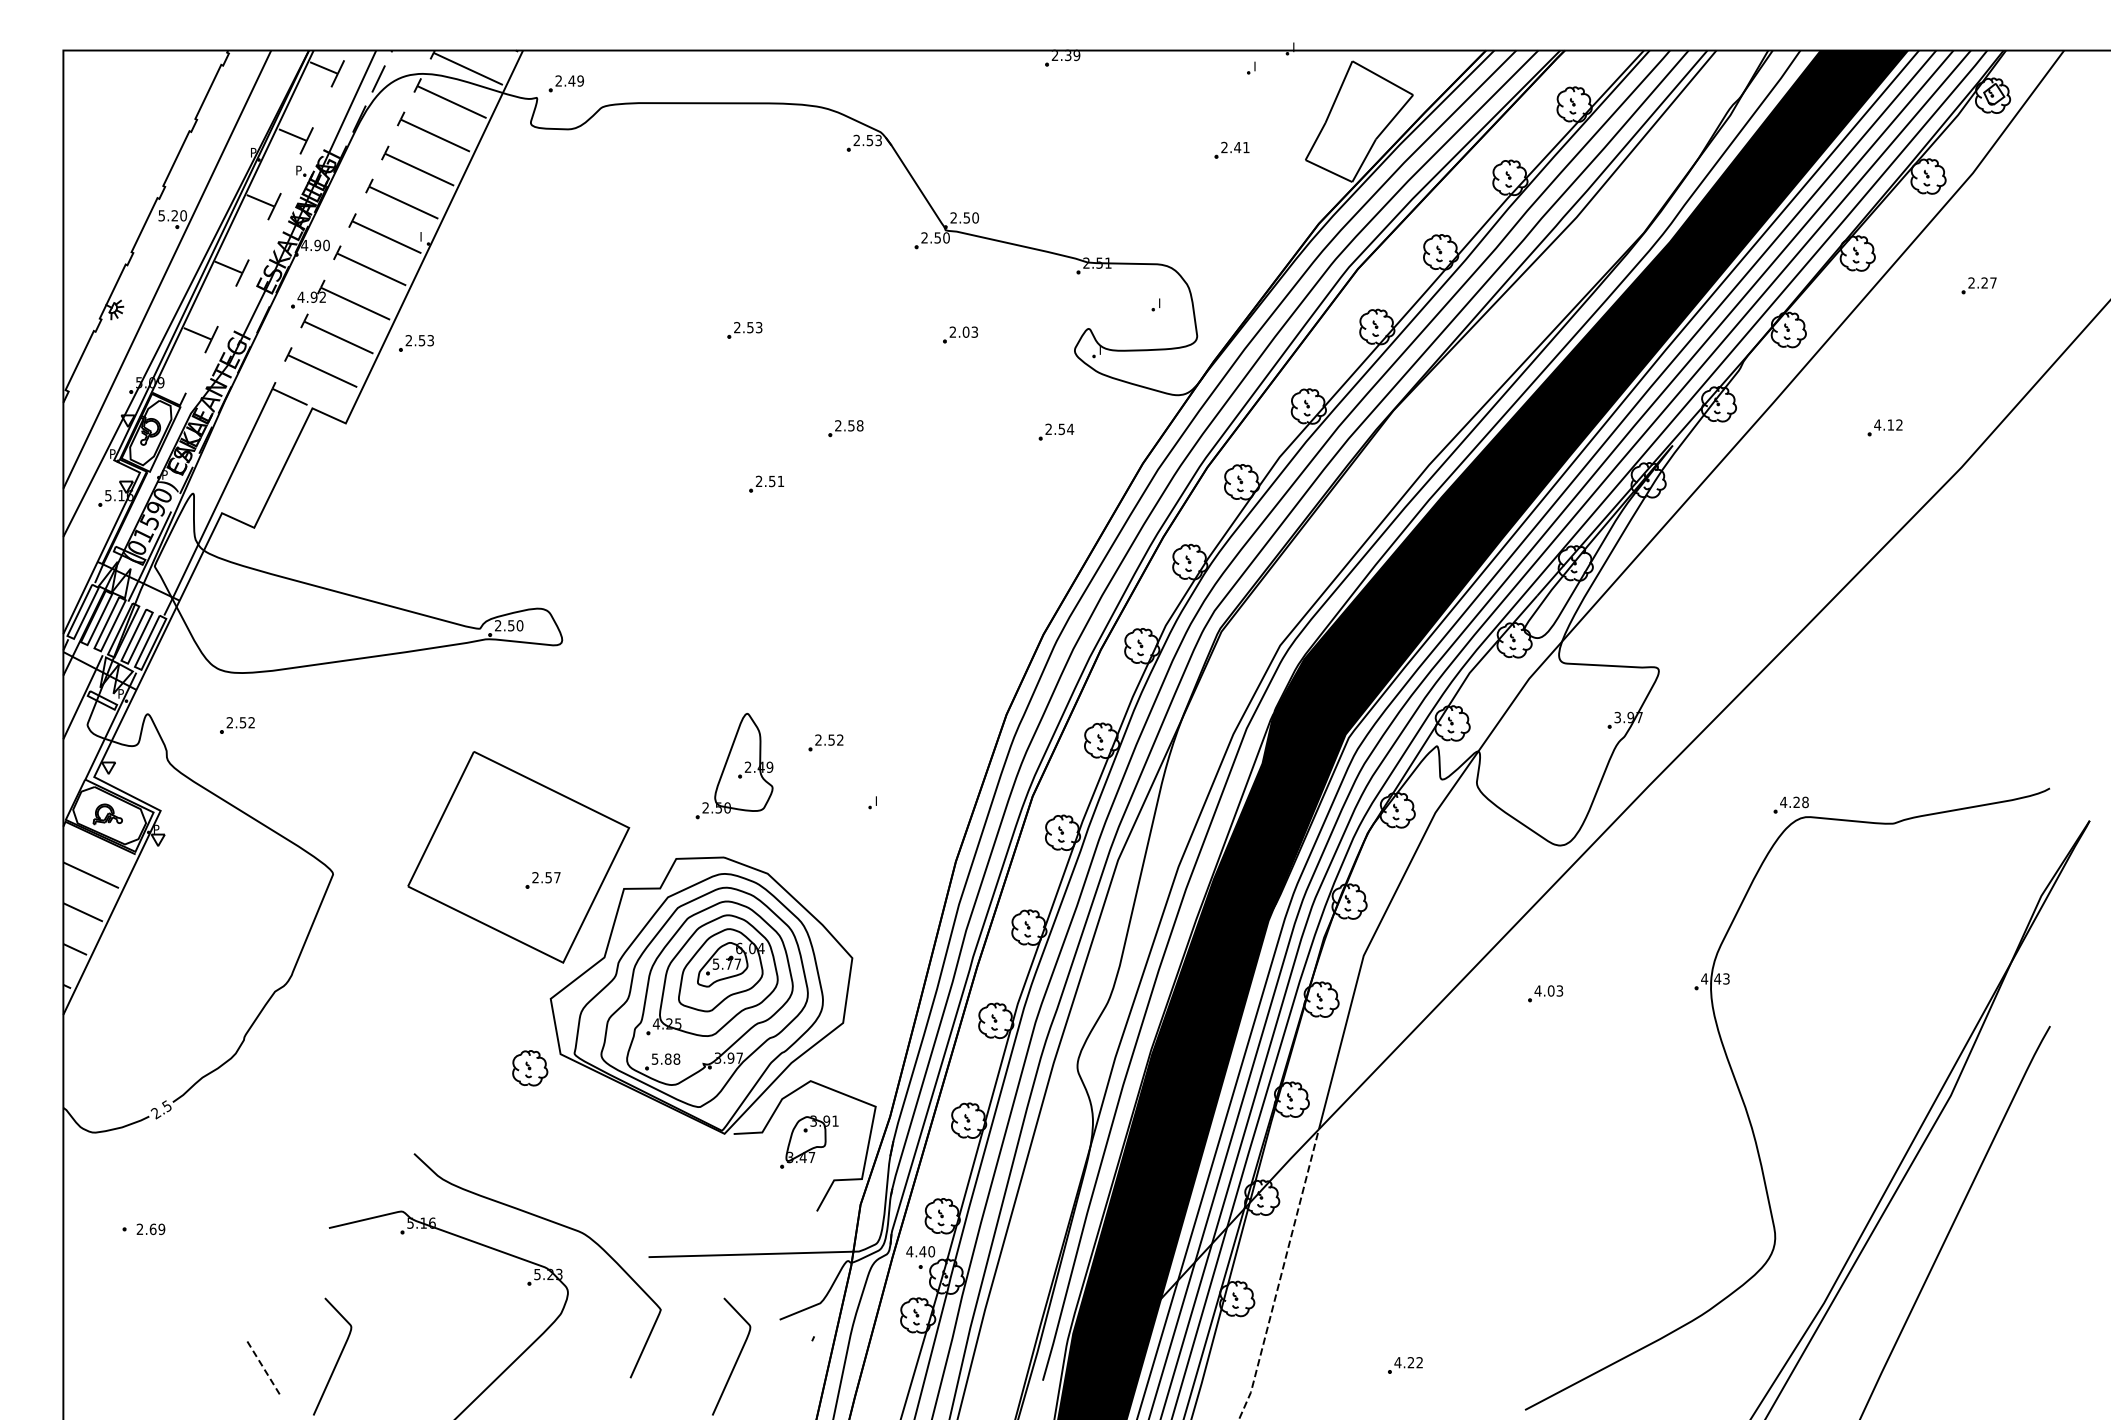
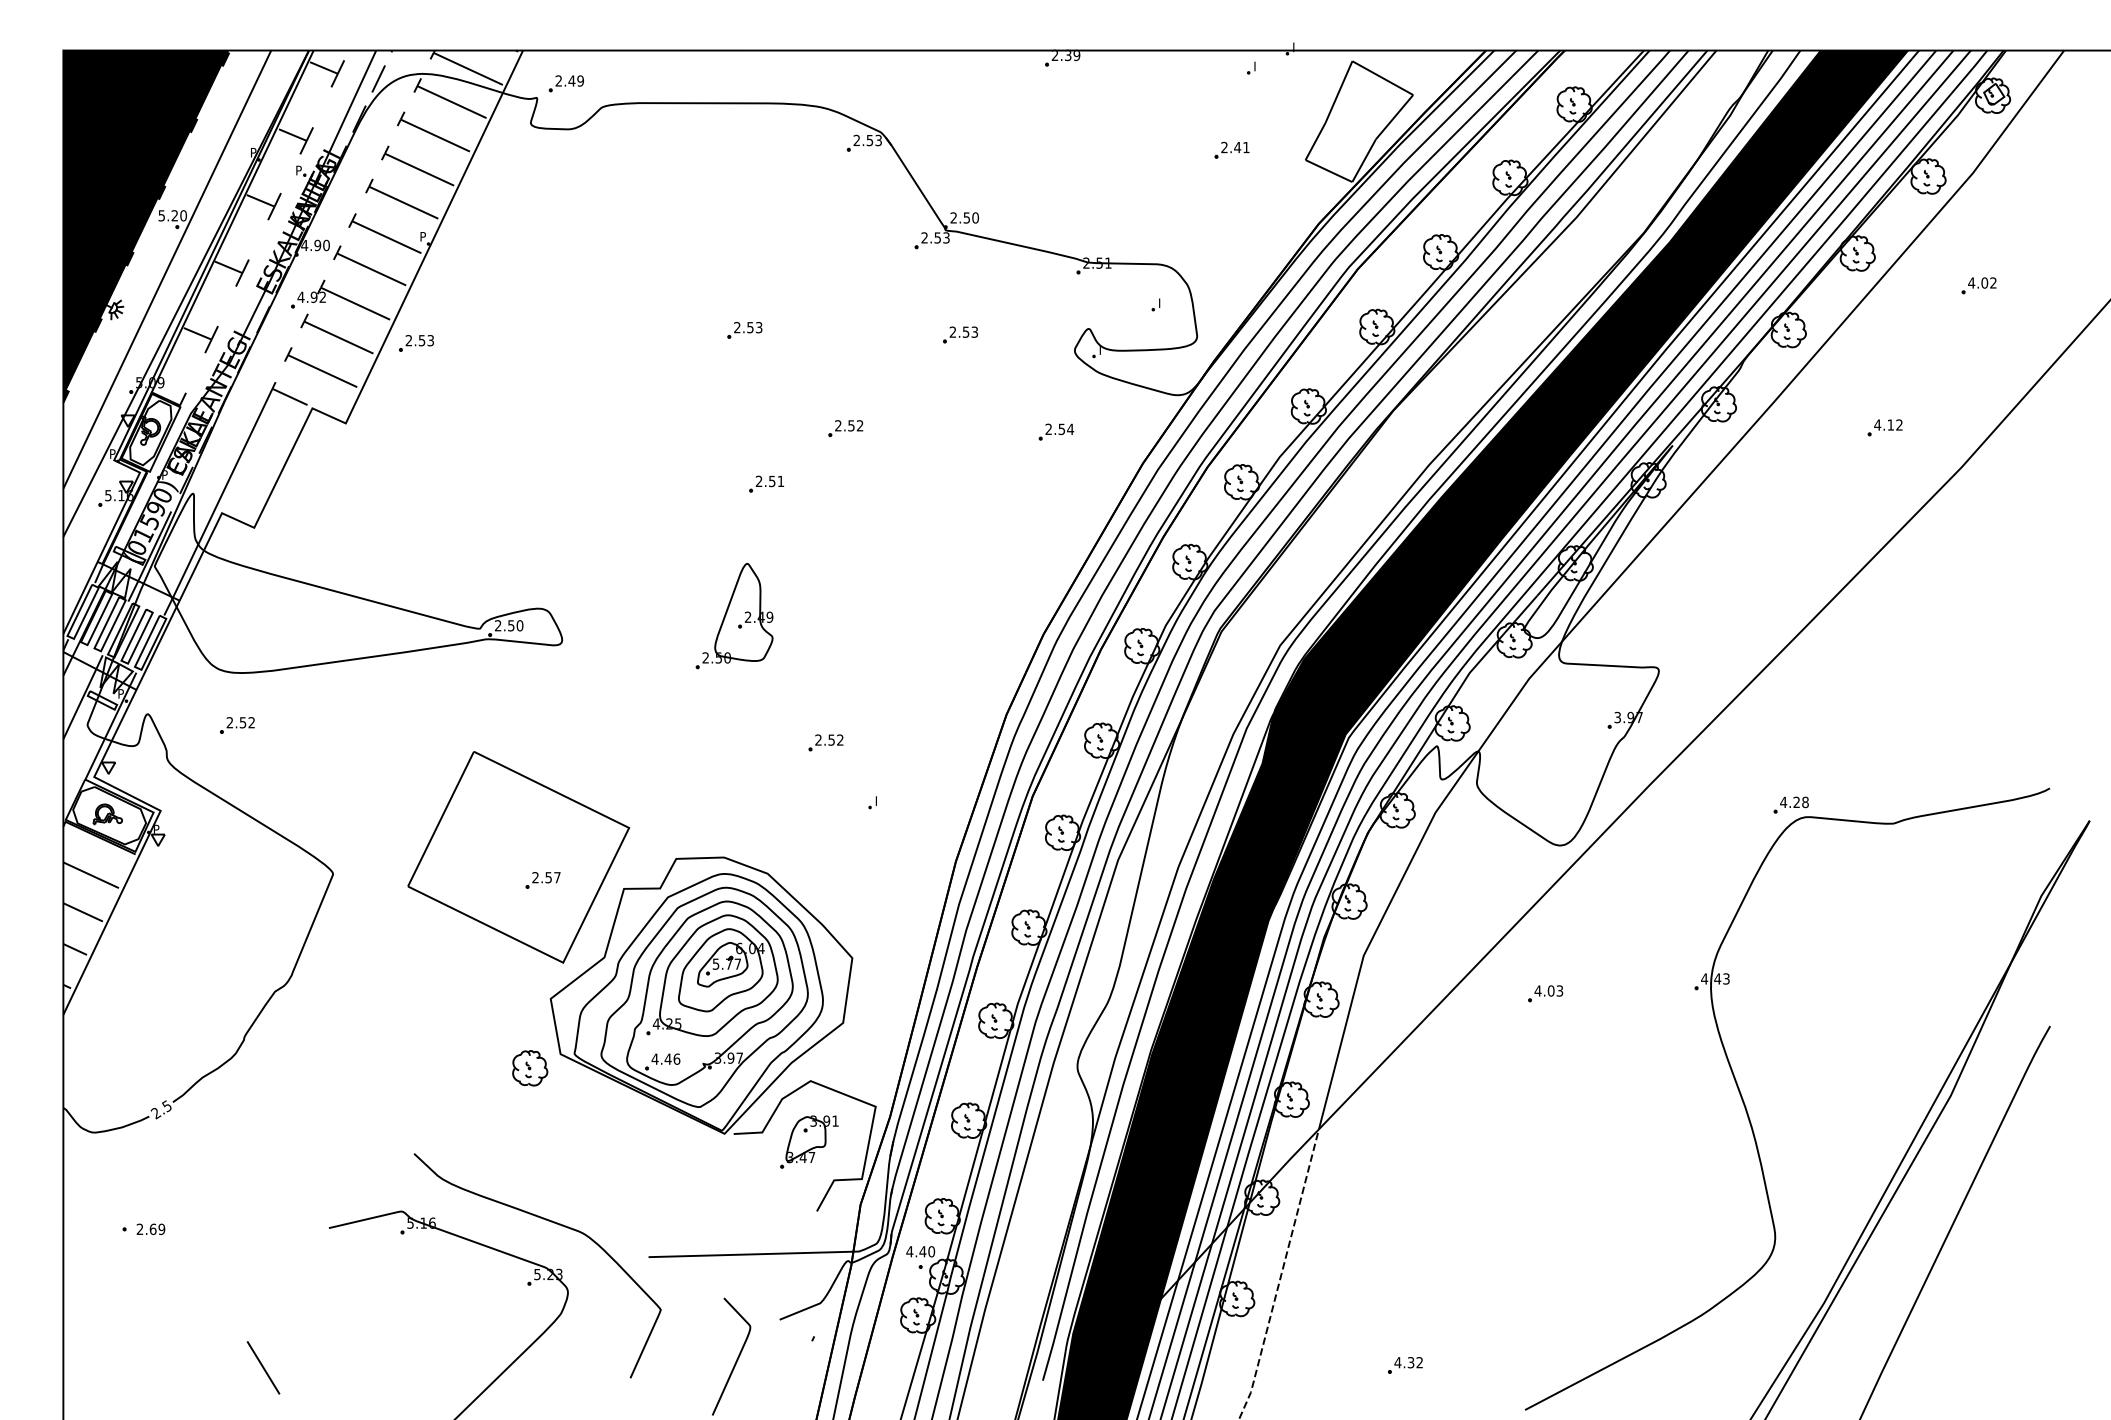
fill at (145, 226): none -> present
text at (423, 234): I -> P
text at (946, 237): 2.50 -> 2.53
text at (1982, 282): 2.27 -> 4.02
text at (965, 331): 2.03 -> 2.53
text at (859, 425): 2.58 -> 2.52
part at (734, 766) position: (734, 766) -> (734, 616)
text at (665, 1058): 5.88 -> 4.46
curve at (337, 1359): present -> none
text at (1410, 1363): 4.22 -> 4.32
line at (263, 1367): dashed -> solid
